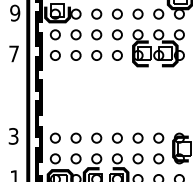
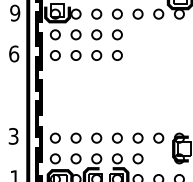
part at (158, 48): present -> none
text at (14, 53): 7 -> 6
circle at (158, 158): present -> none
